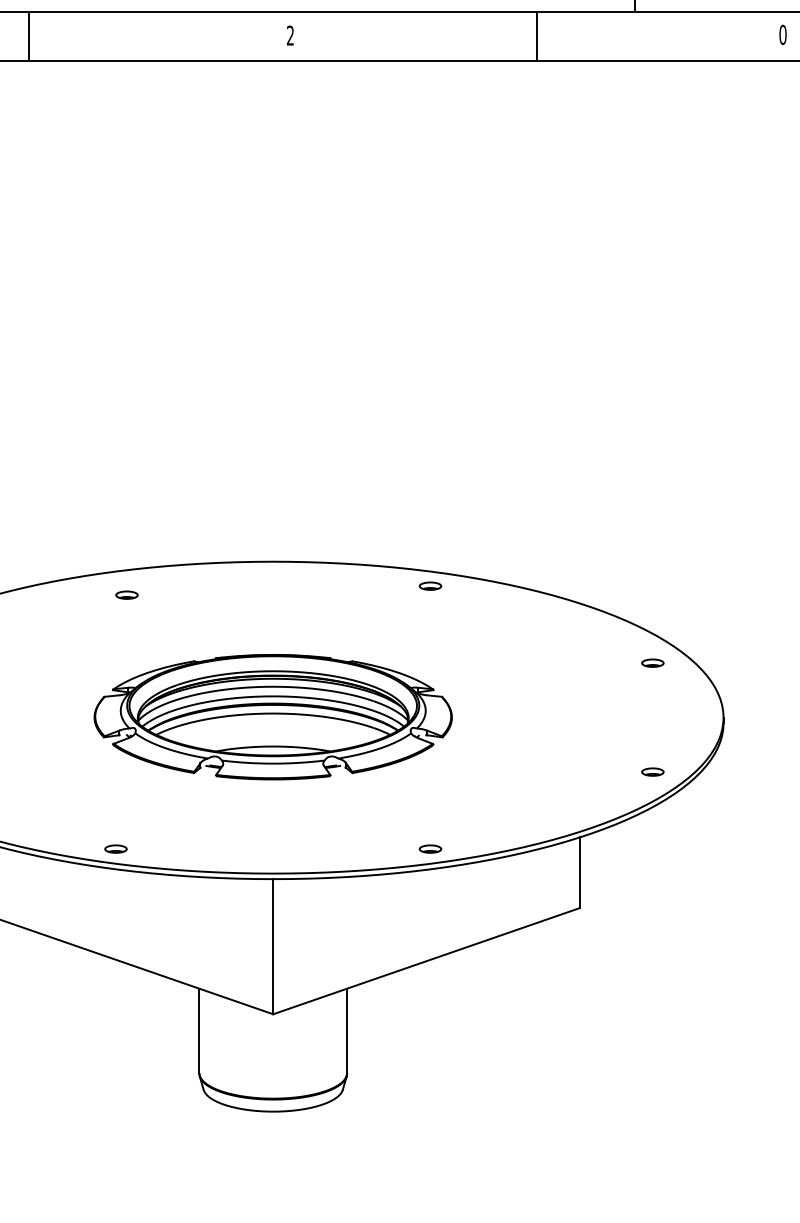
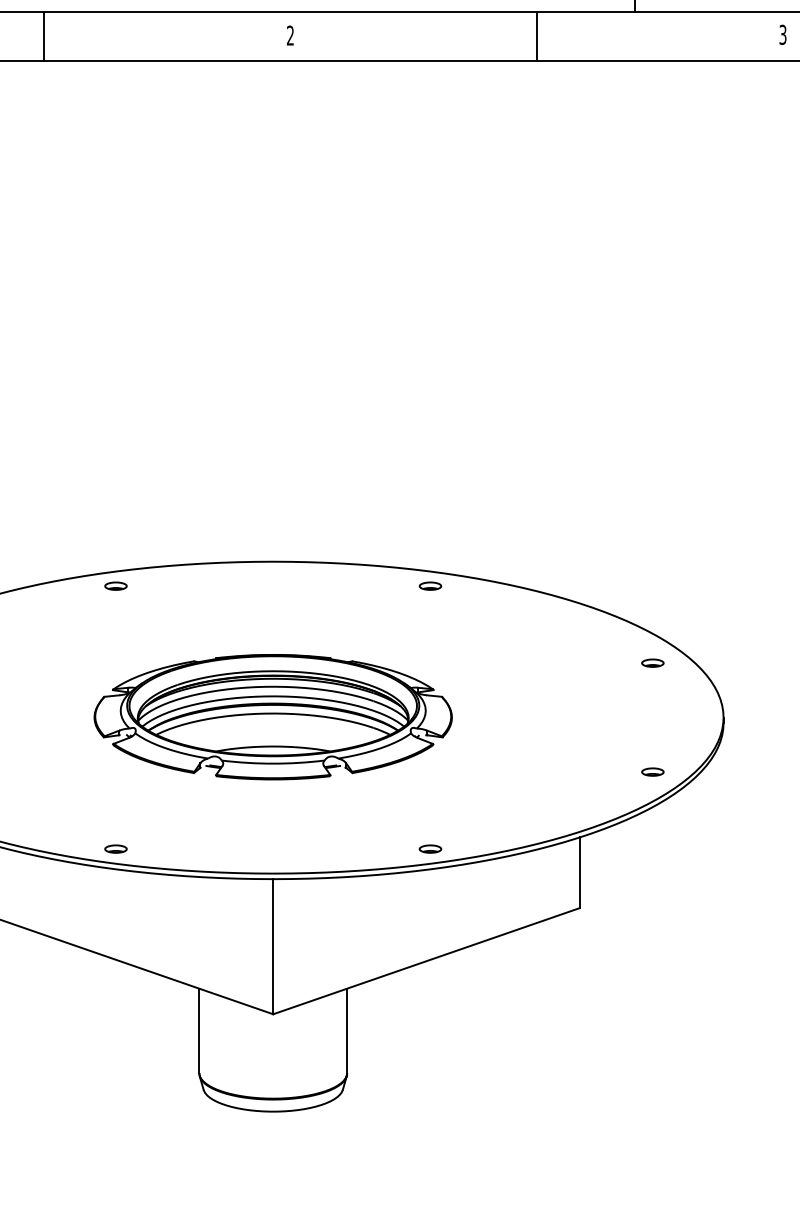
text at (782, 34): 0 -> 3
line at (28, 35) position: (28, 35) -> (43, 35)
part at (126, 594) position: (126, 594) -> (115, 585)
